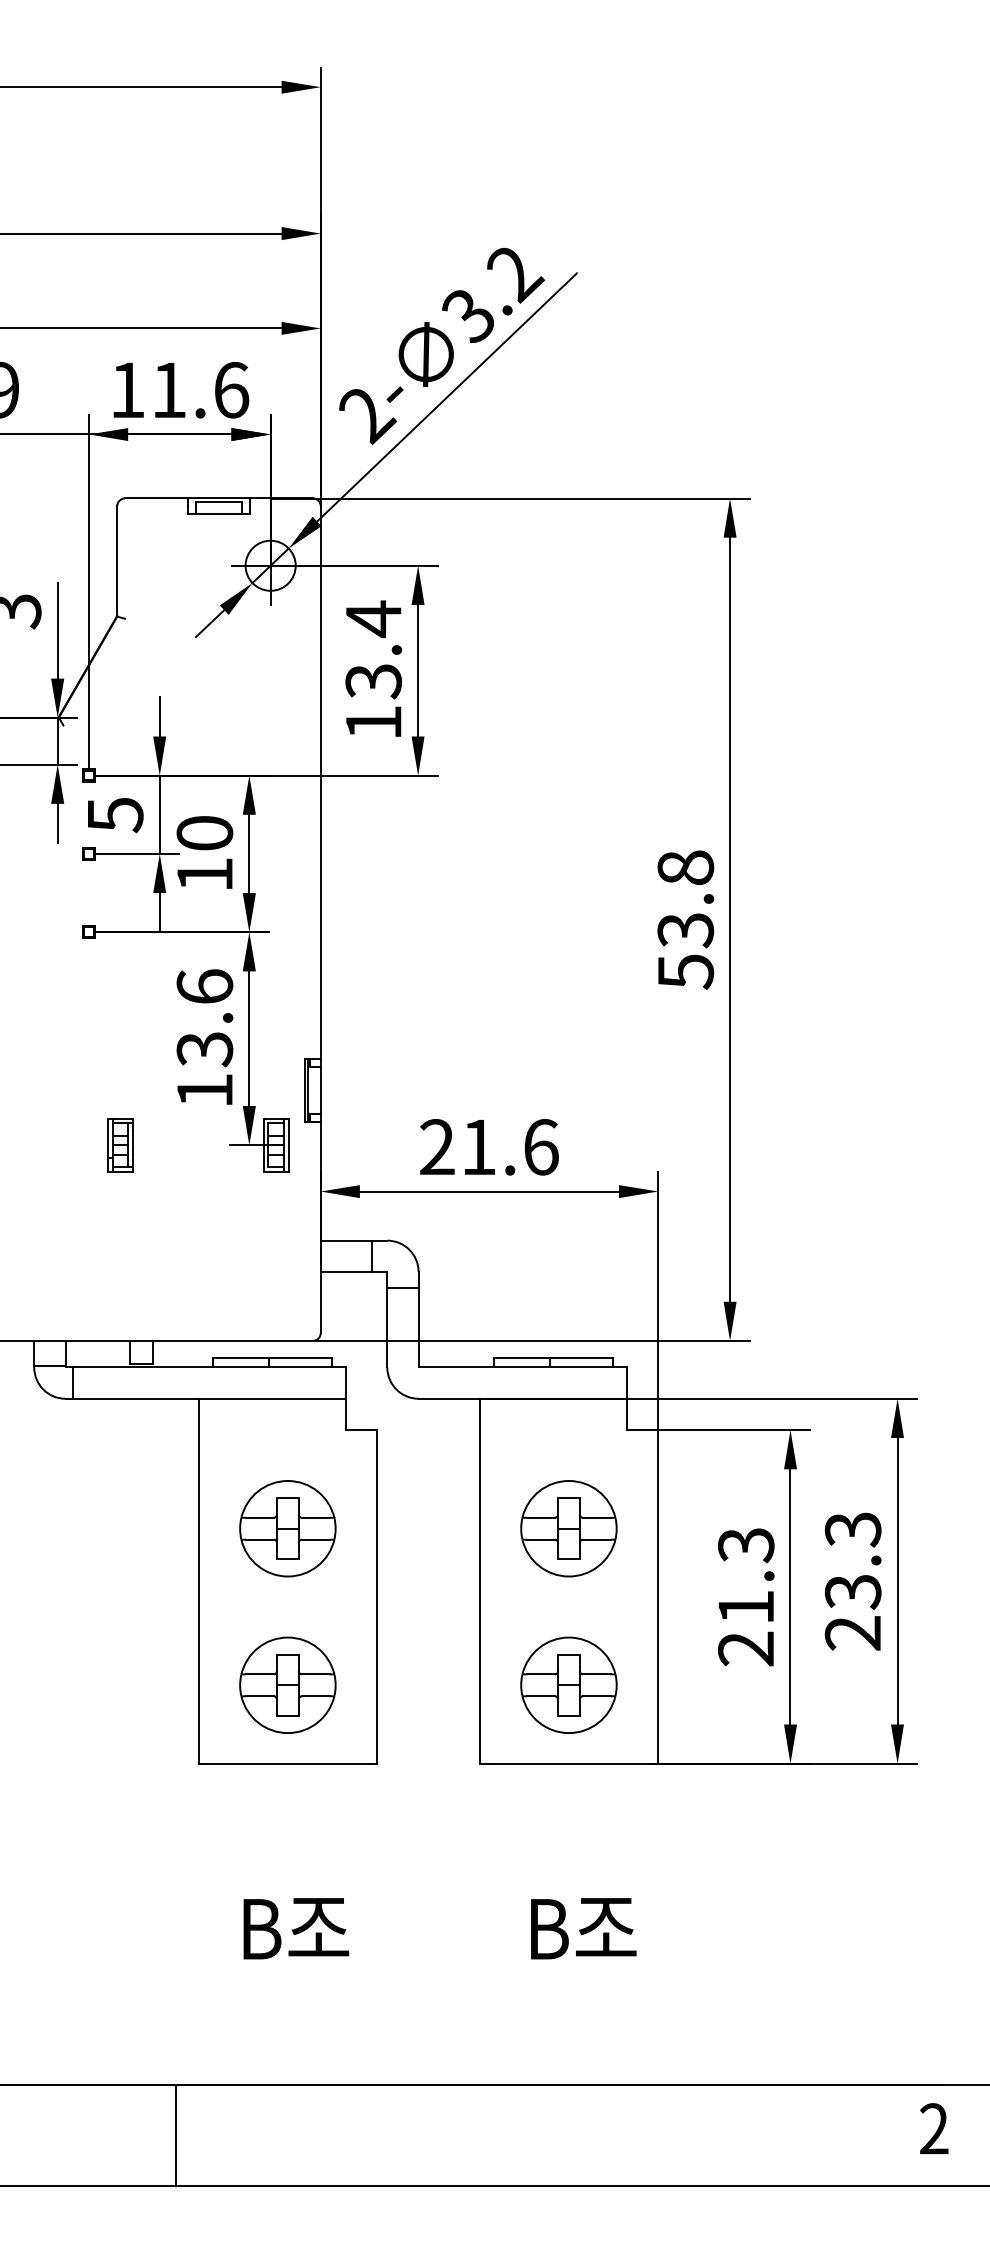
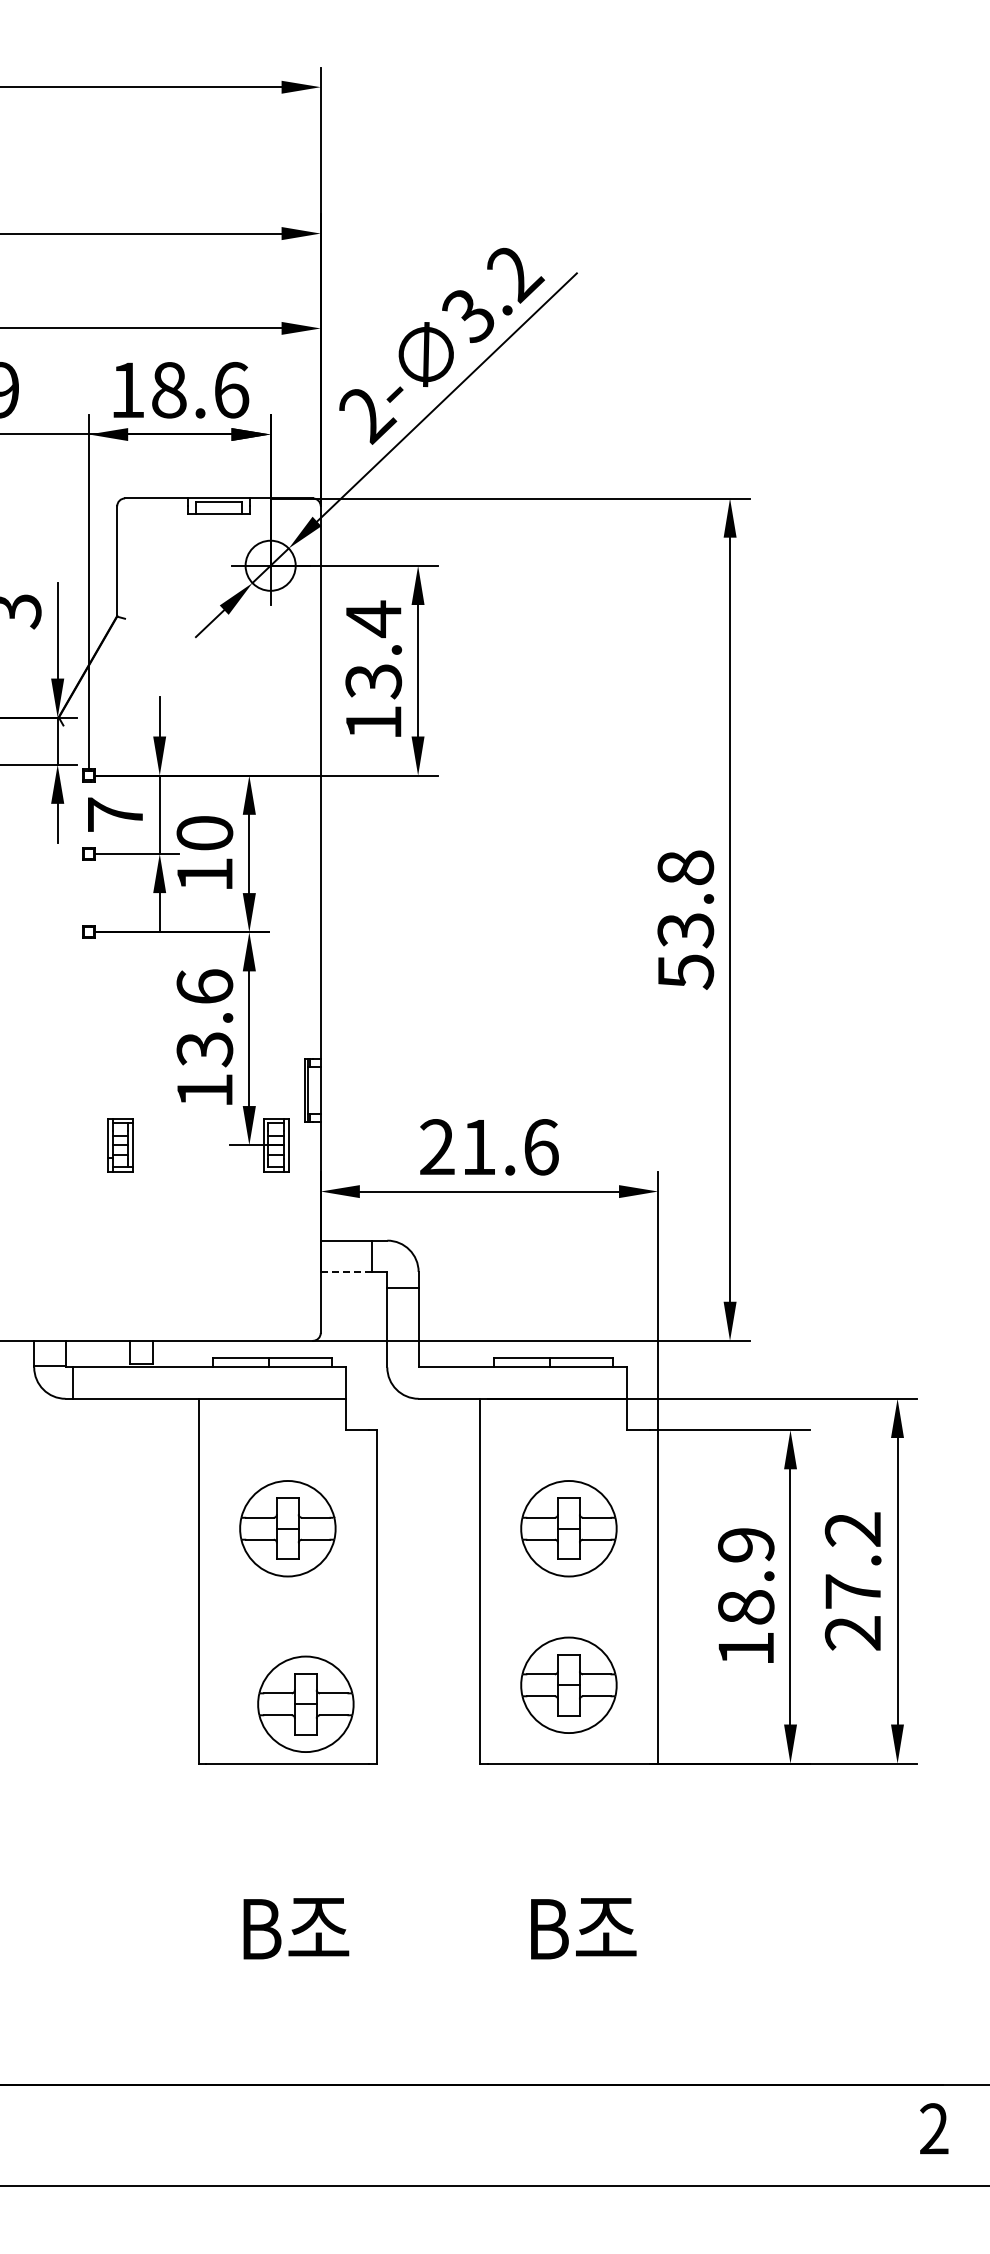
text at (169, 390): 11.6 -> 18.6
text at (115, 815): 5 -> 7
line at (346, 1271): solid -> dashed
text at (852, 1560): 23.3 -> 27.2
text at (746, 1597): 21.3 -> 18.9
part at (287, 1684) position: (287, 1684) -> (305, 1703)
line at (175, 2135): present -> none
